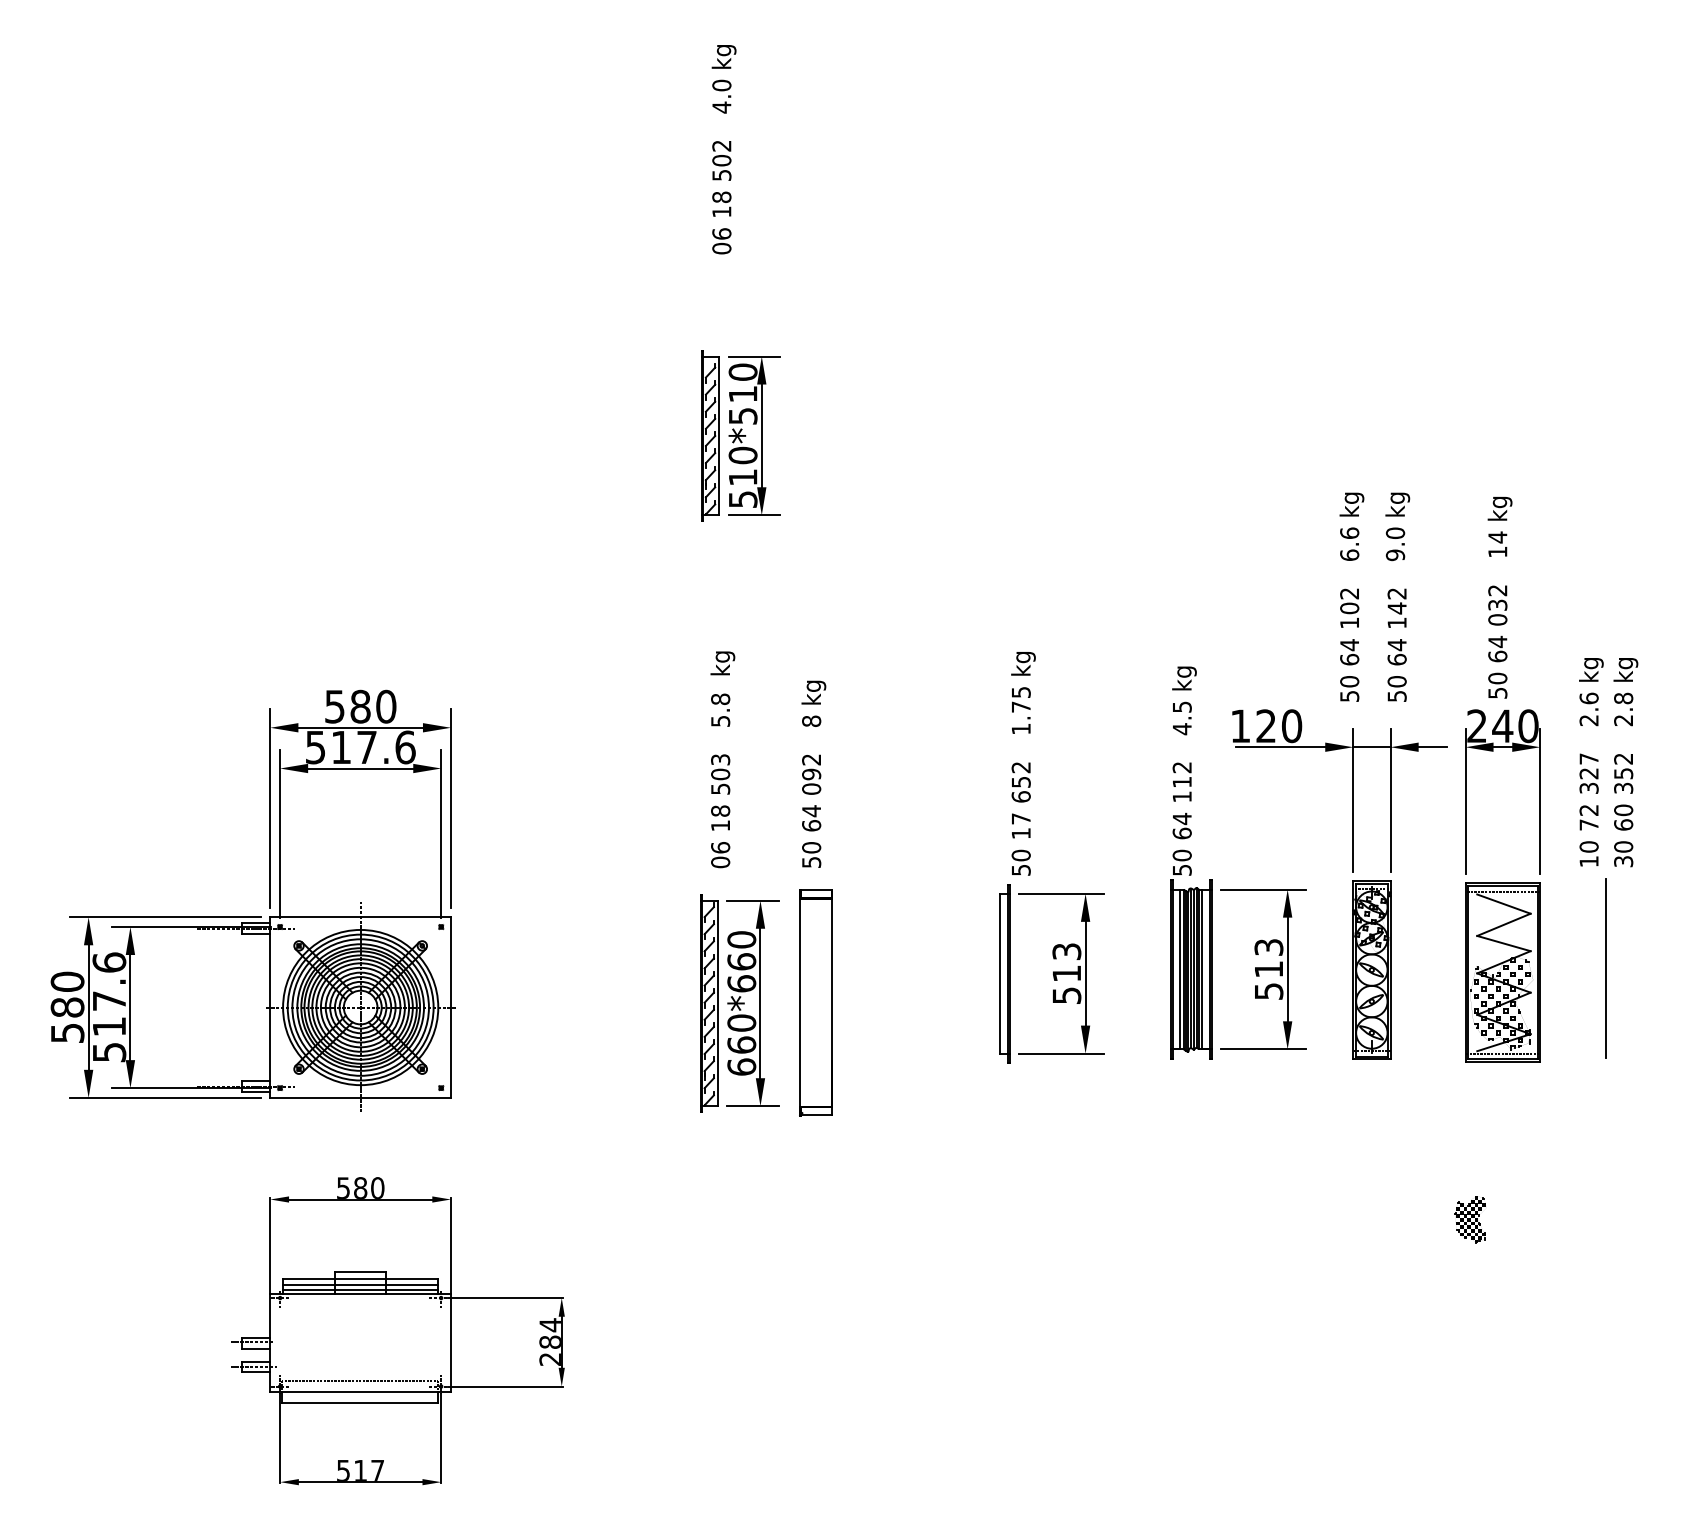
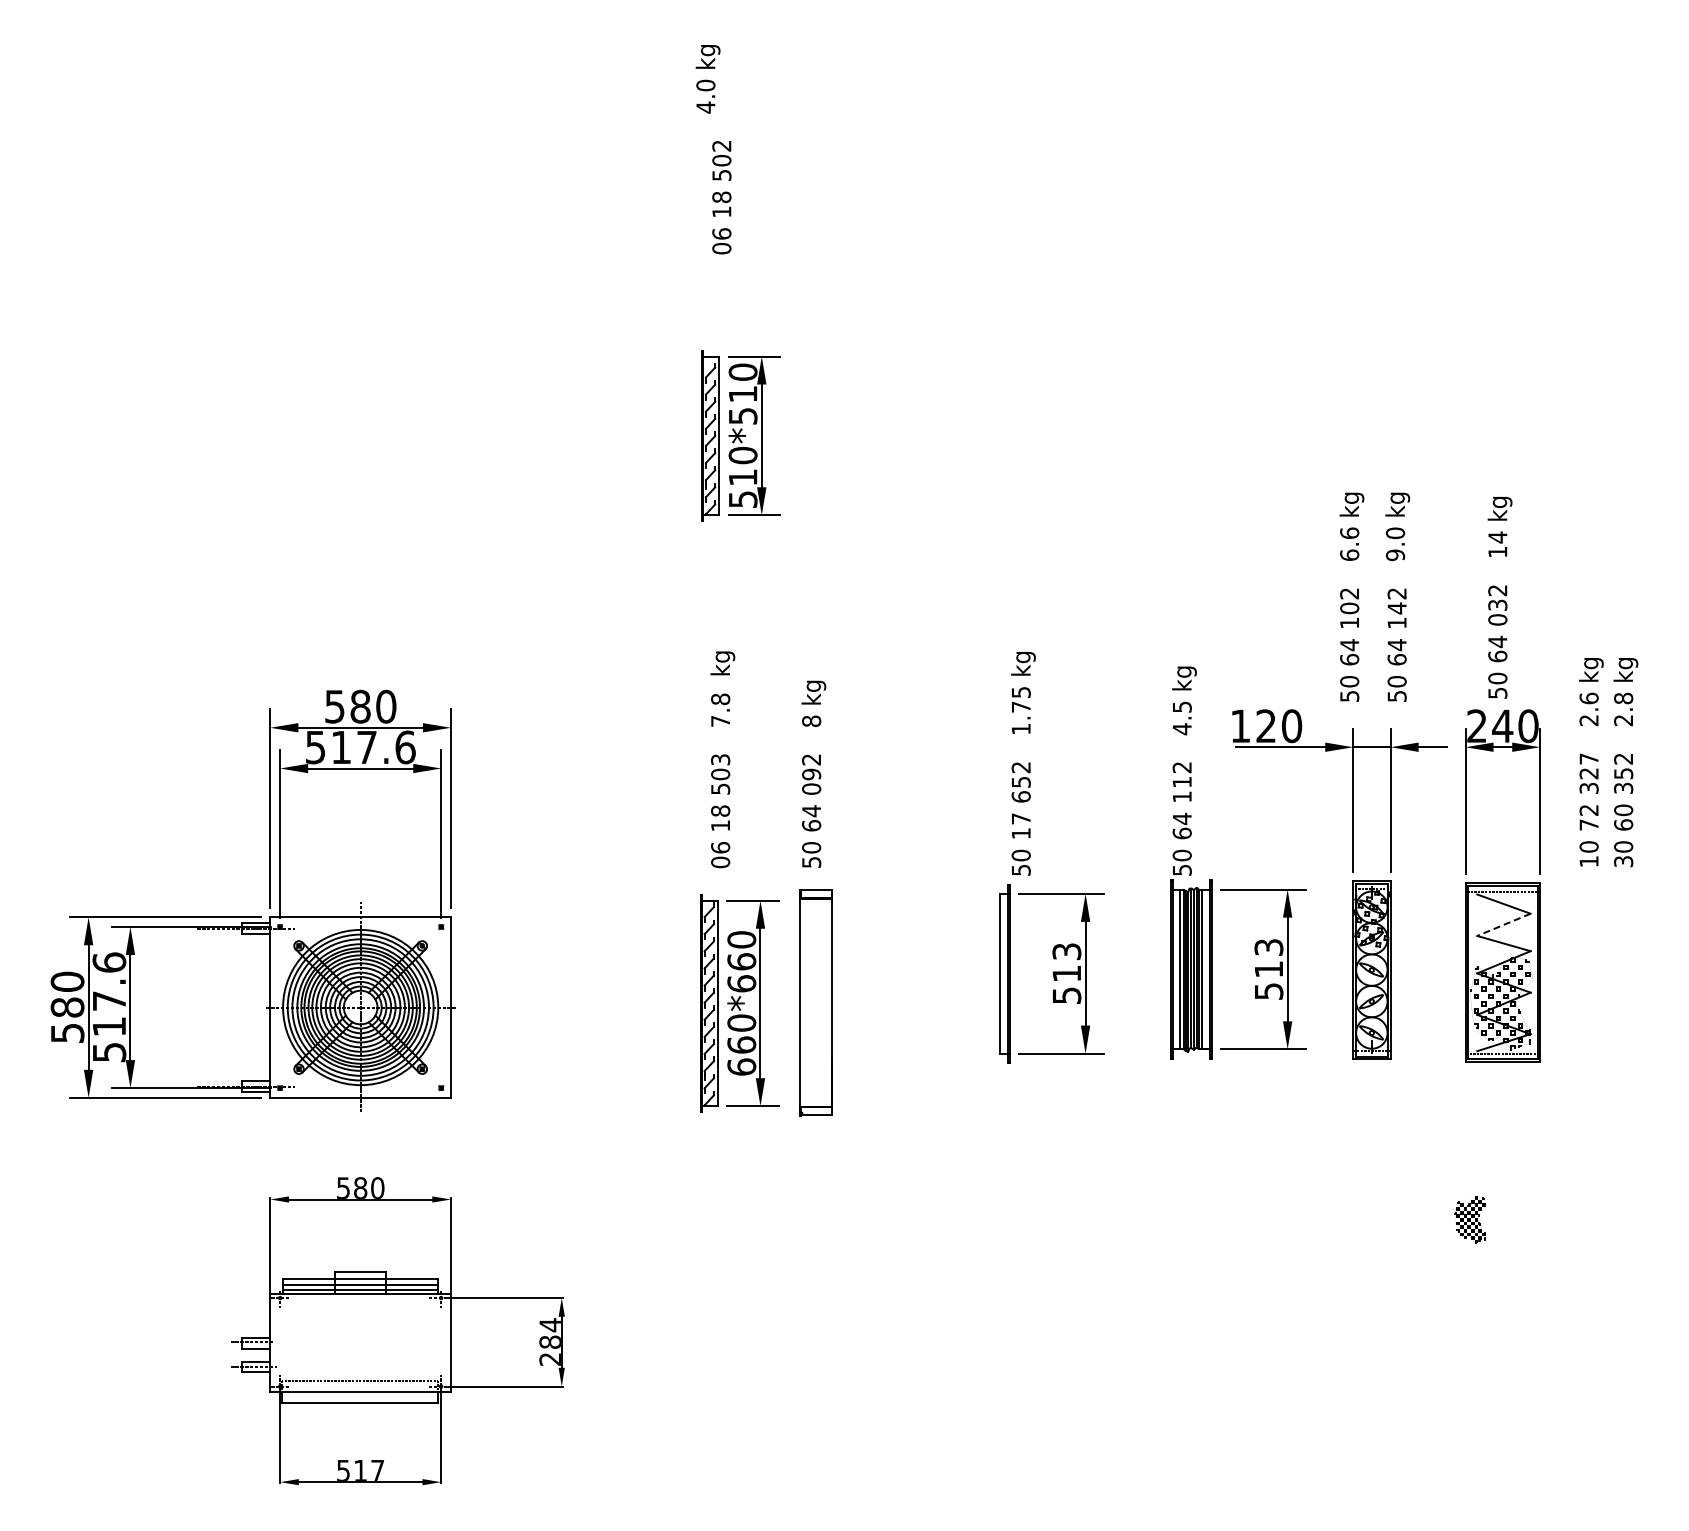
text at (723, 79) position: (723, 79) -> (707, 79)
text at (720, 721): 5.8 -> 7.8
line at (1503, 924): solid -> dashed
line at (1605, 968): present -> none
